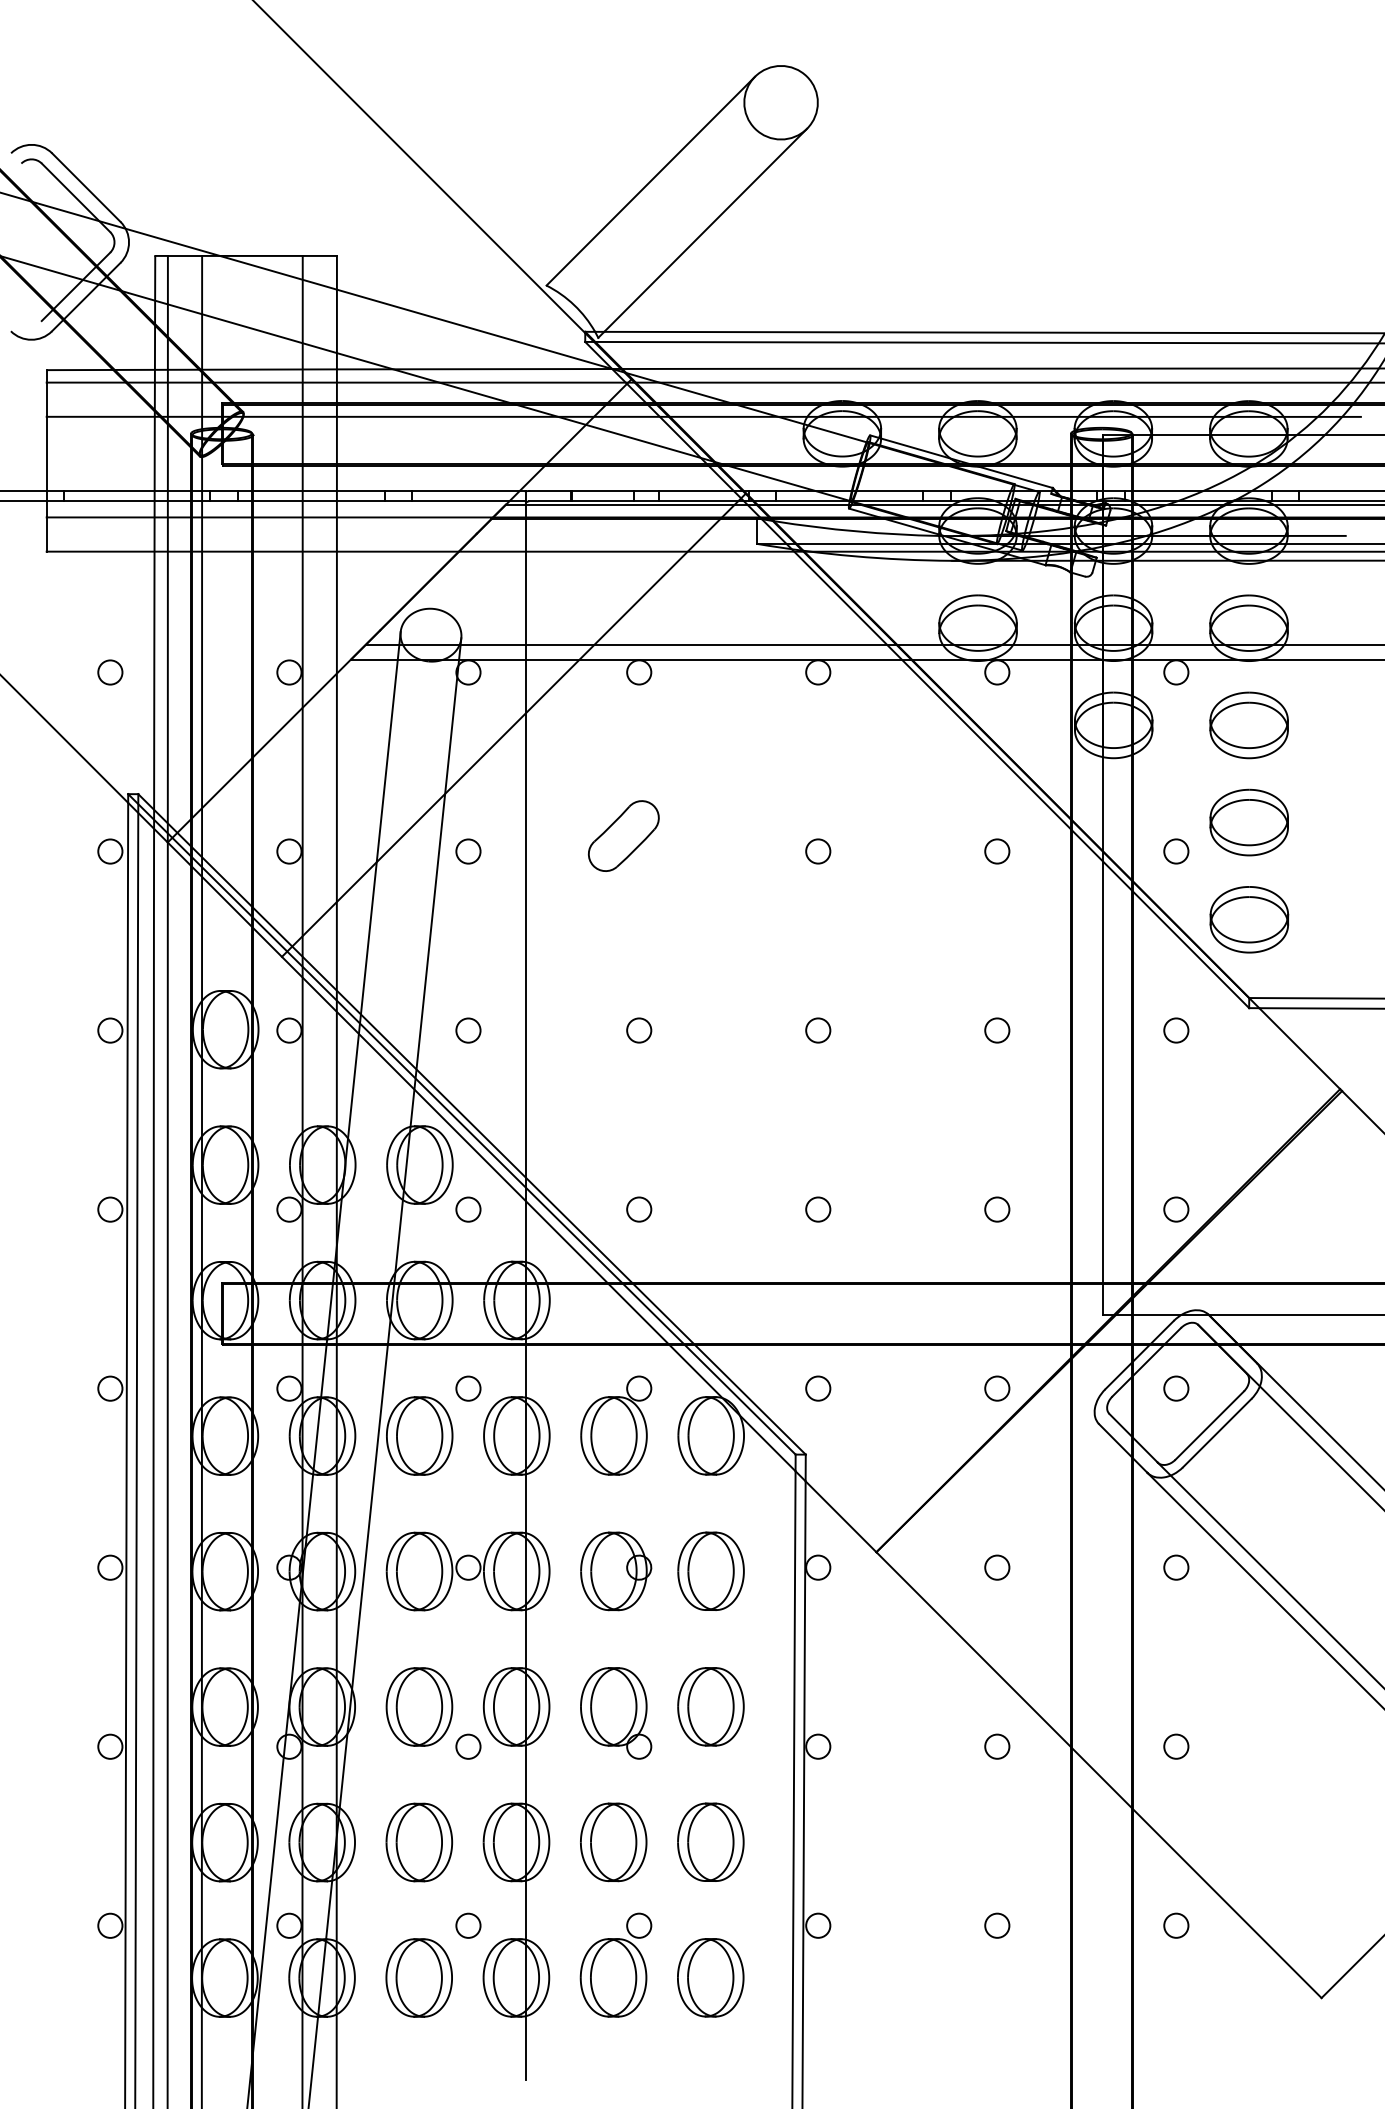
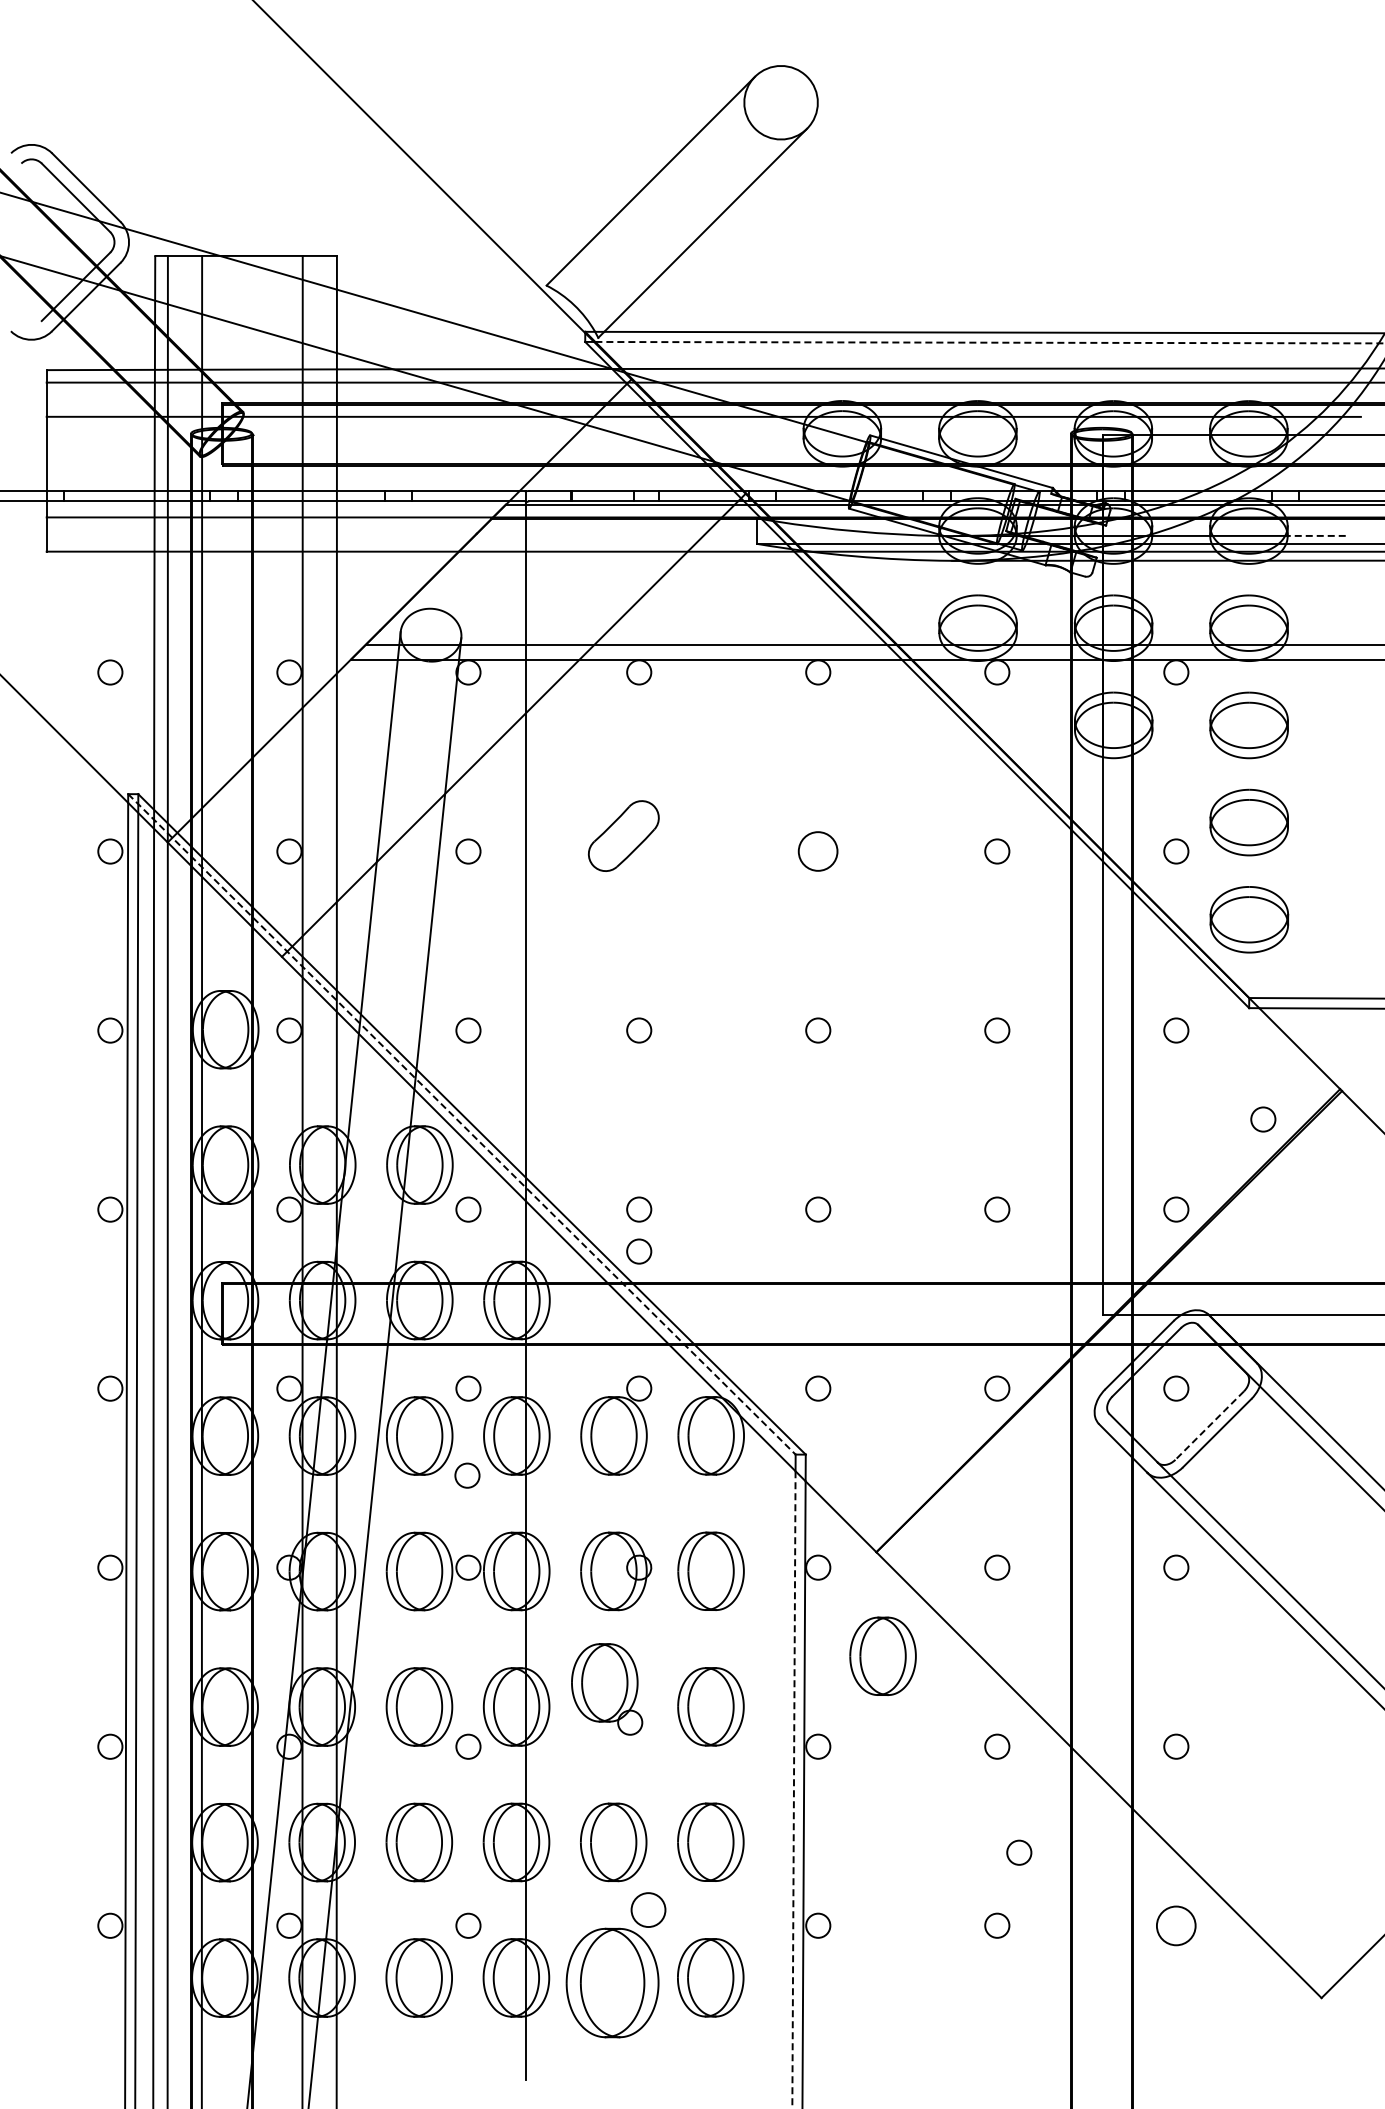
line at (990, 342): solid -> dashed
line at (1316, 535): solid -> dashed
circle at (818, 851) size: 27x27 px -> 42x41 px
circle at (1263, 1119): none -> present
line at (462, 1124): solid -> dashed
circle at (639, 1251): none -> present
line at (1209, 1425): solid -> dashed
circle at (467, 1475): none -> present
part at (882, 1655): none -> present
part at (616, 1713) position: (616, 1713) -> (607, 1689)
line at (793, 1790): solid -> dashed
circle at (1019, 1852): none -> present
circle at (1176, 1925) size: 27x27 px -> 41x42 px
part at (615, 1964) size: 74x106 px -> 102x147 px
